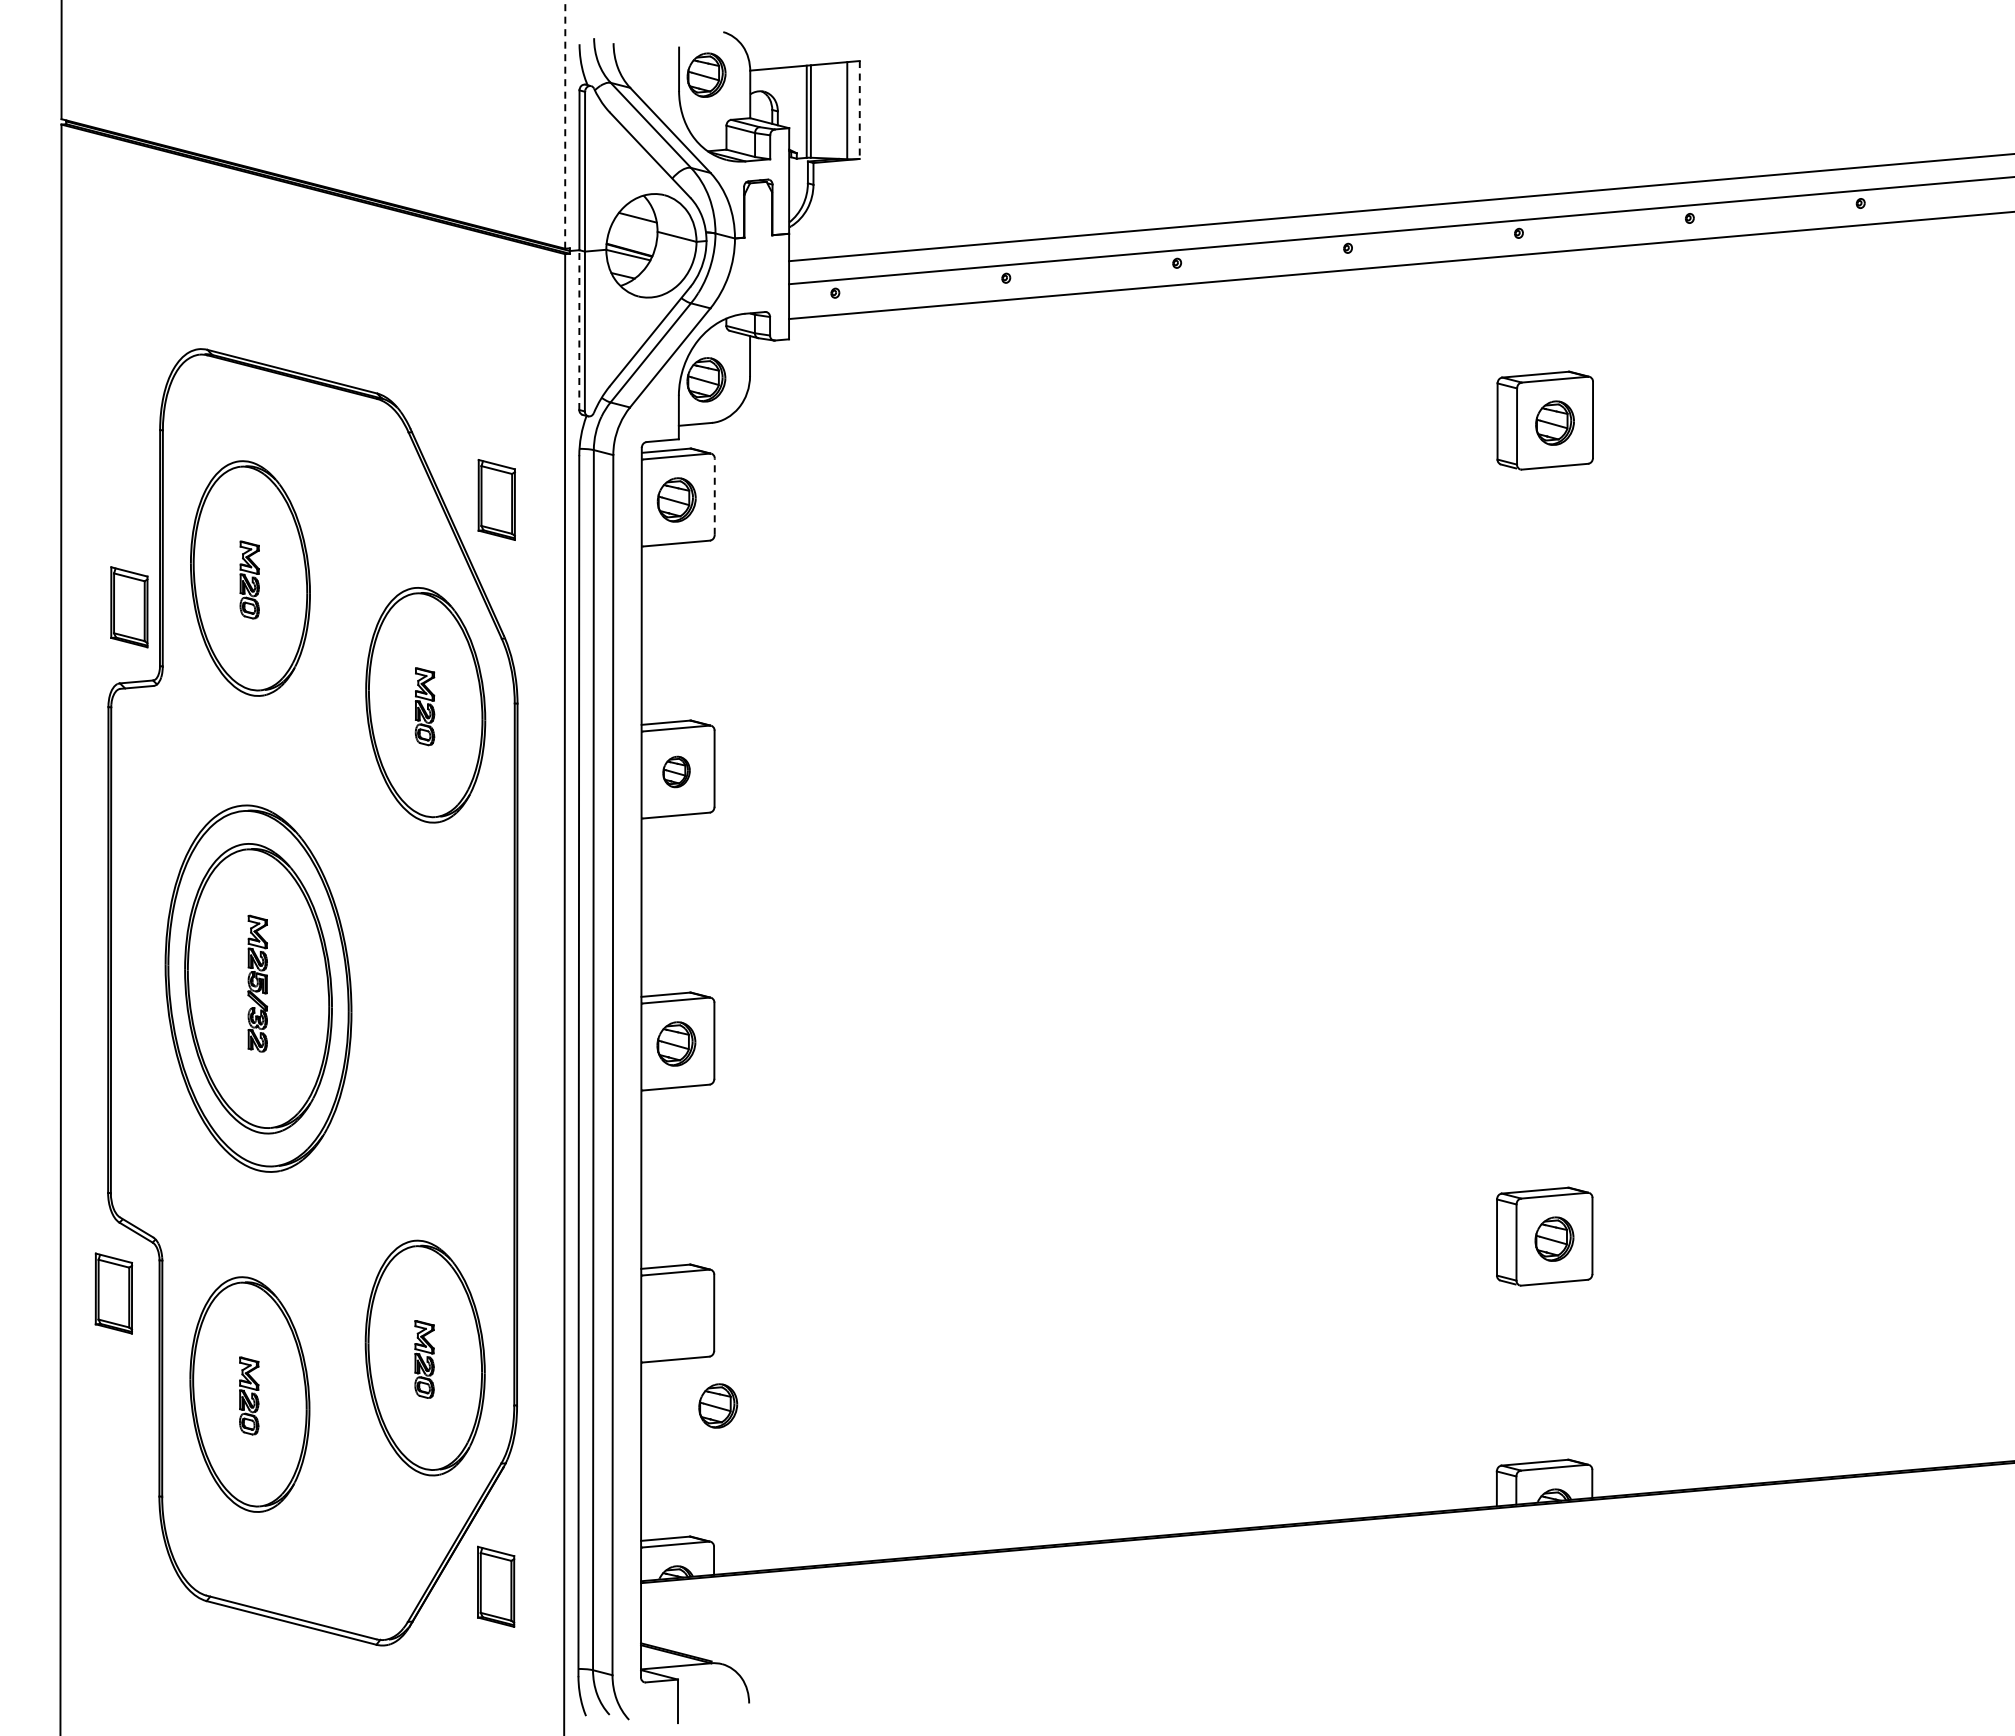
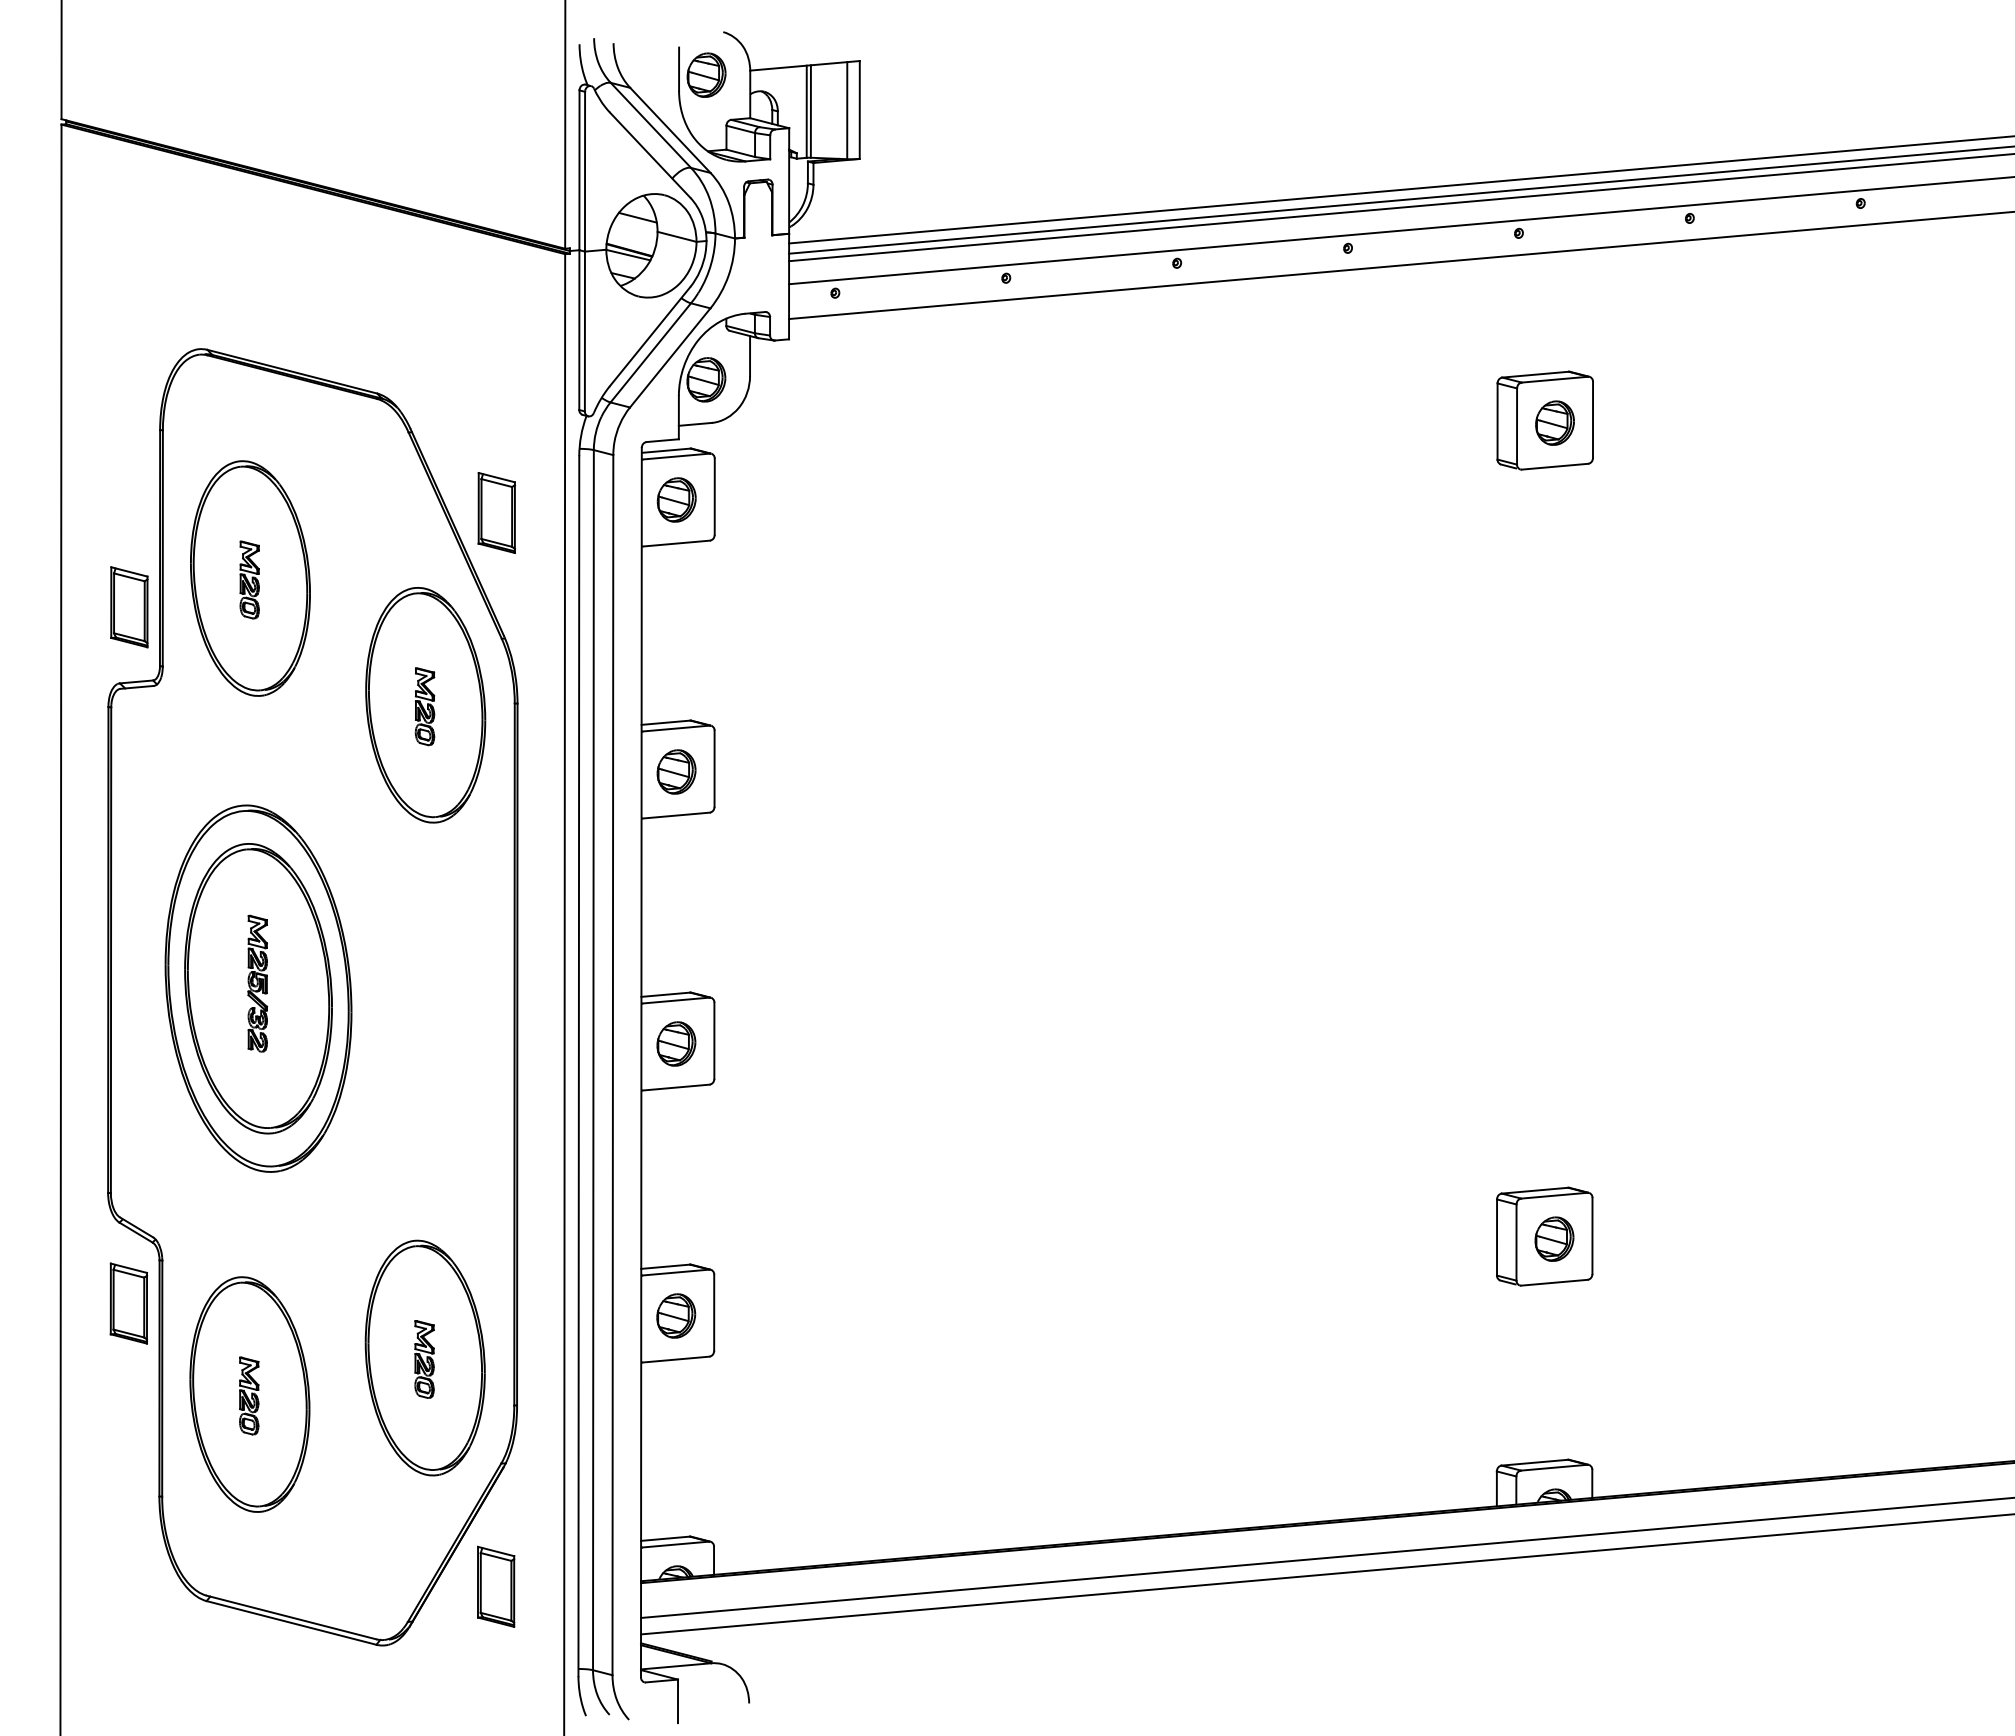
line at (859, 110): dashed -> solid
line at (565, 124): dashed -> solid
line at (1400, 189): none -> present
line at (1400, 199): none -> present
line at (579, 330): dashed -> solid
line at (714, 496): dashed -> solid
part at (496, 499) position: (496, 499) -> (496, 512)
part at (676, 771) size: 29x34 px -> 41x46 px
part at (113, 1293) position: (113, 1293) -> (128, 1303)
part at (718, 1405) position: (718, 1405) -> (676, 1315)
line at (1326, 1557): none -> present
line at (1326, 1574): none -> present
